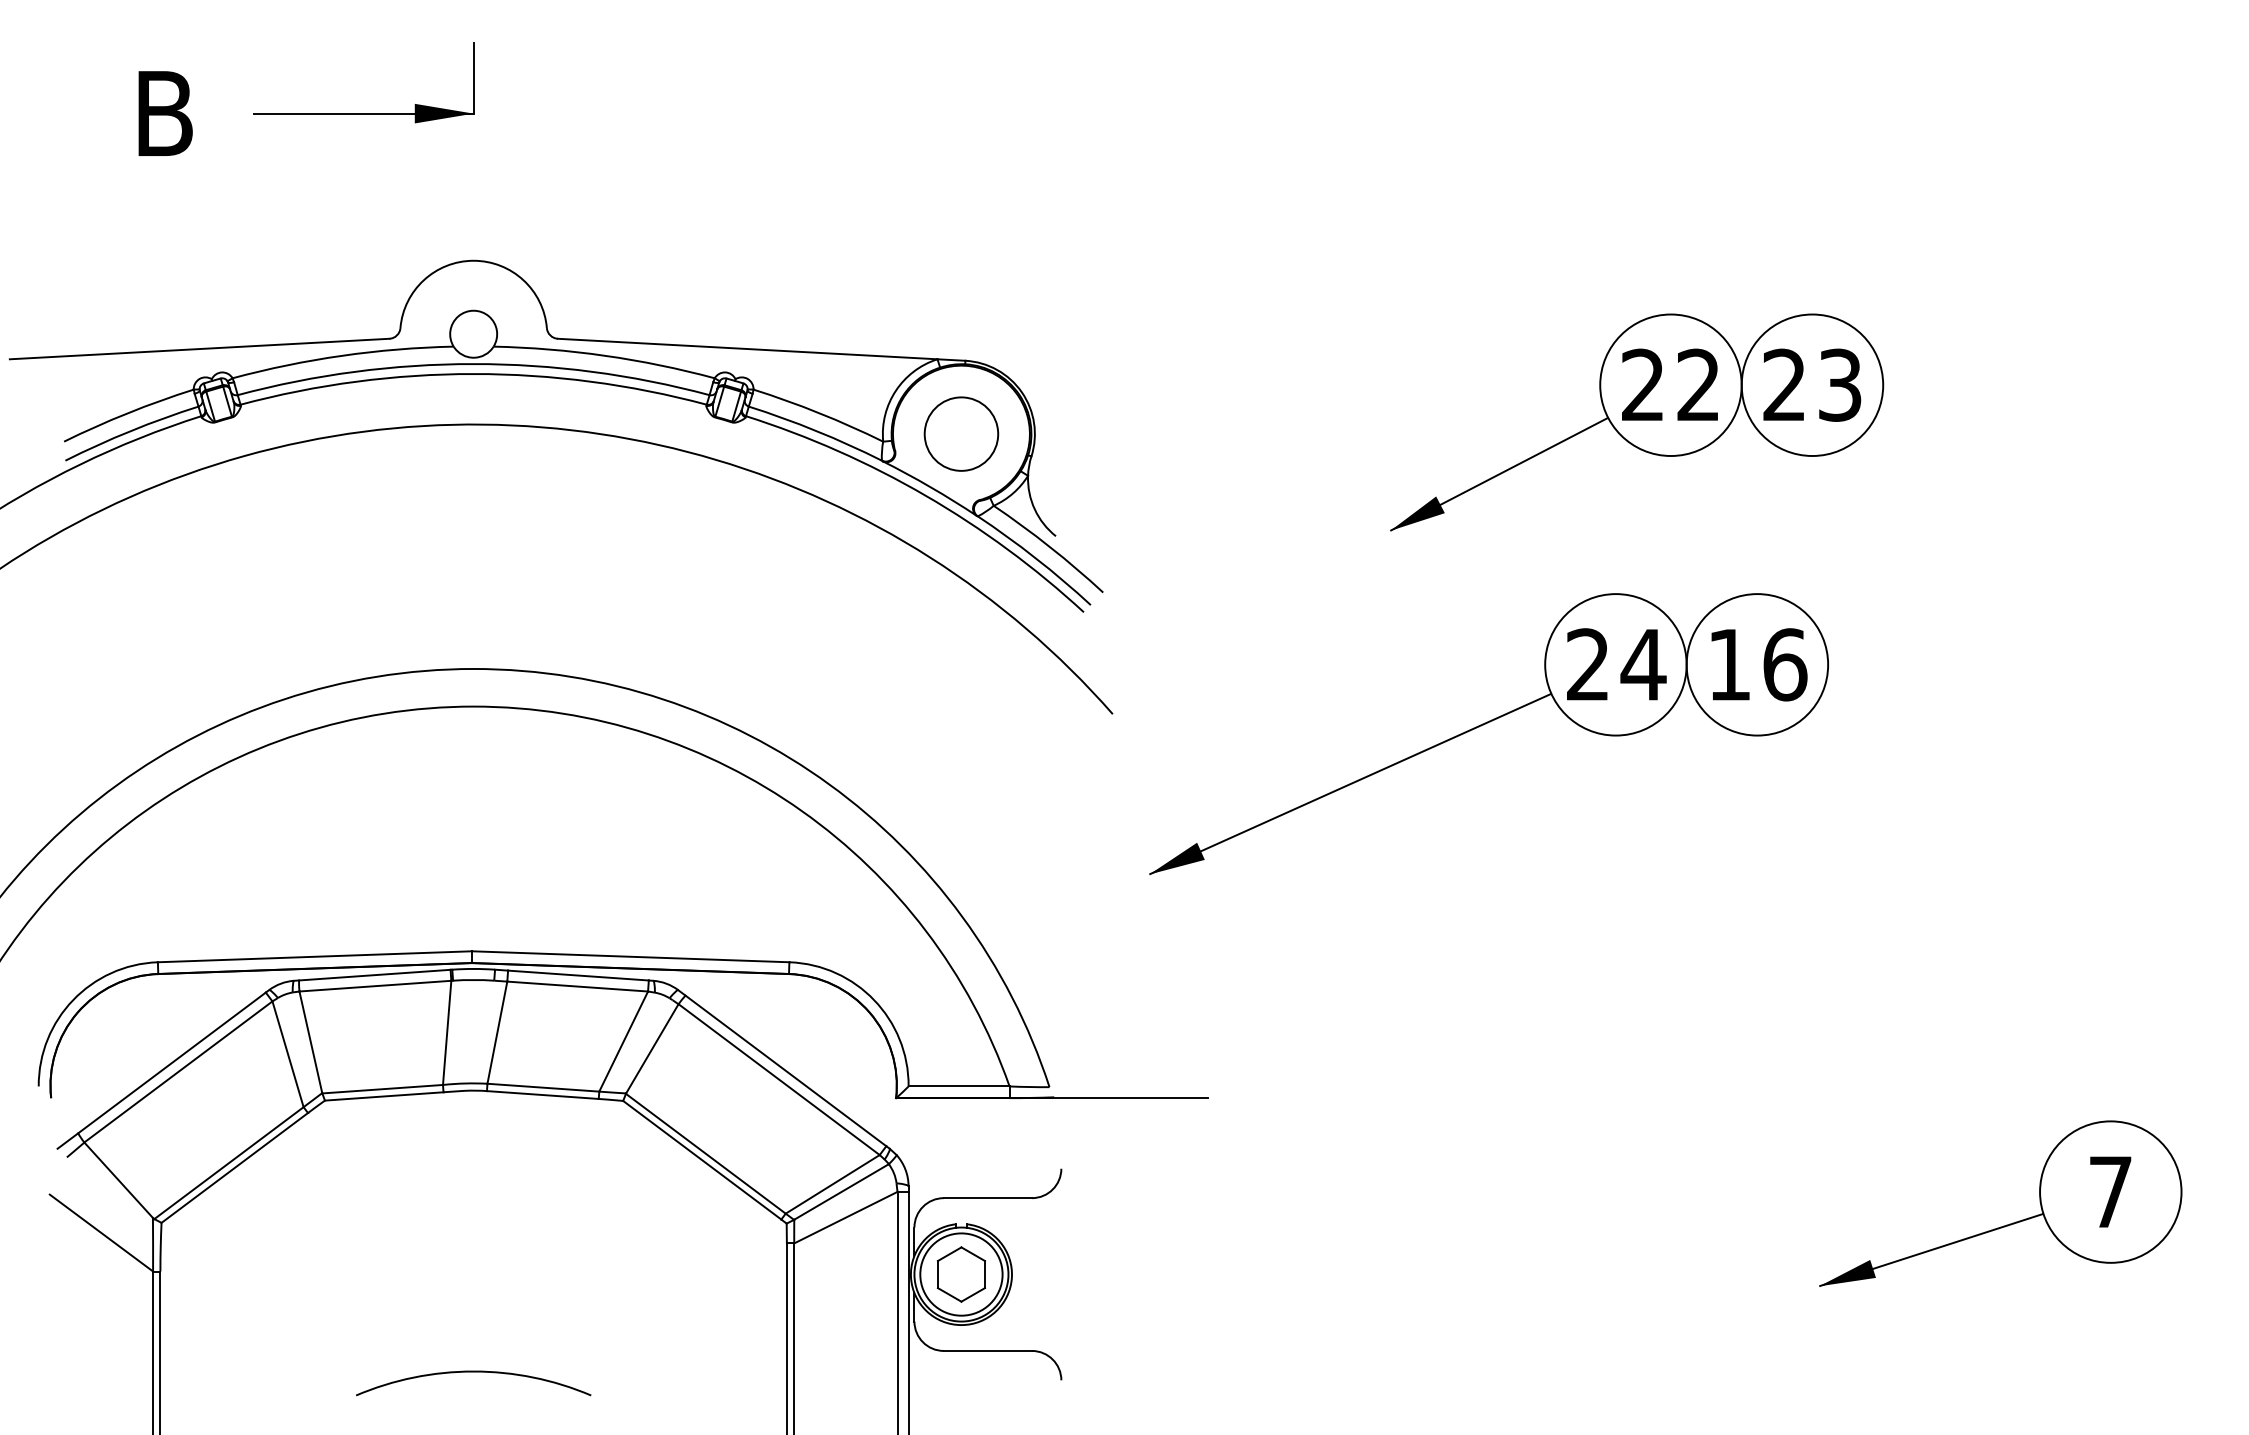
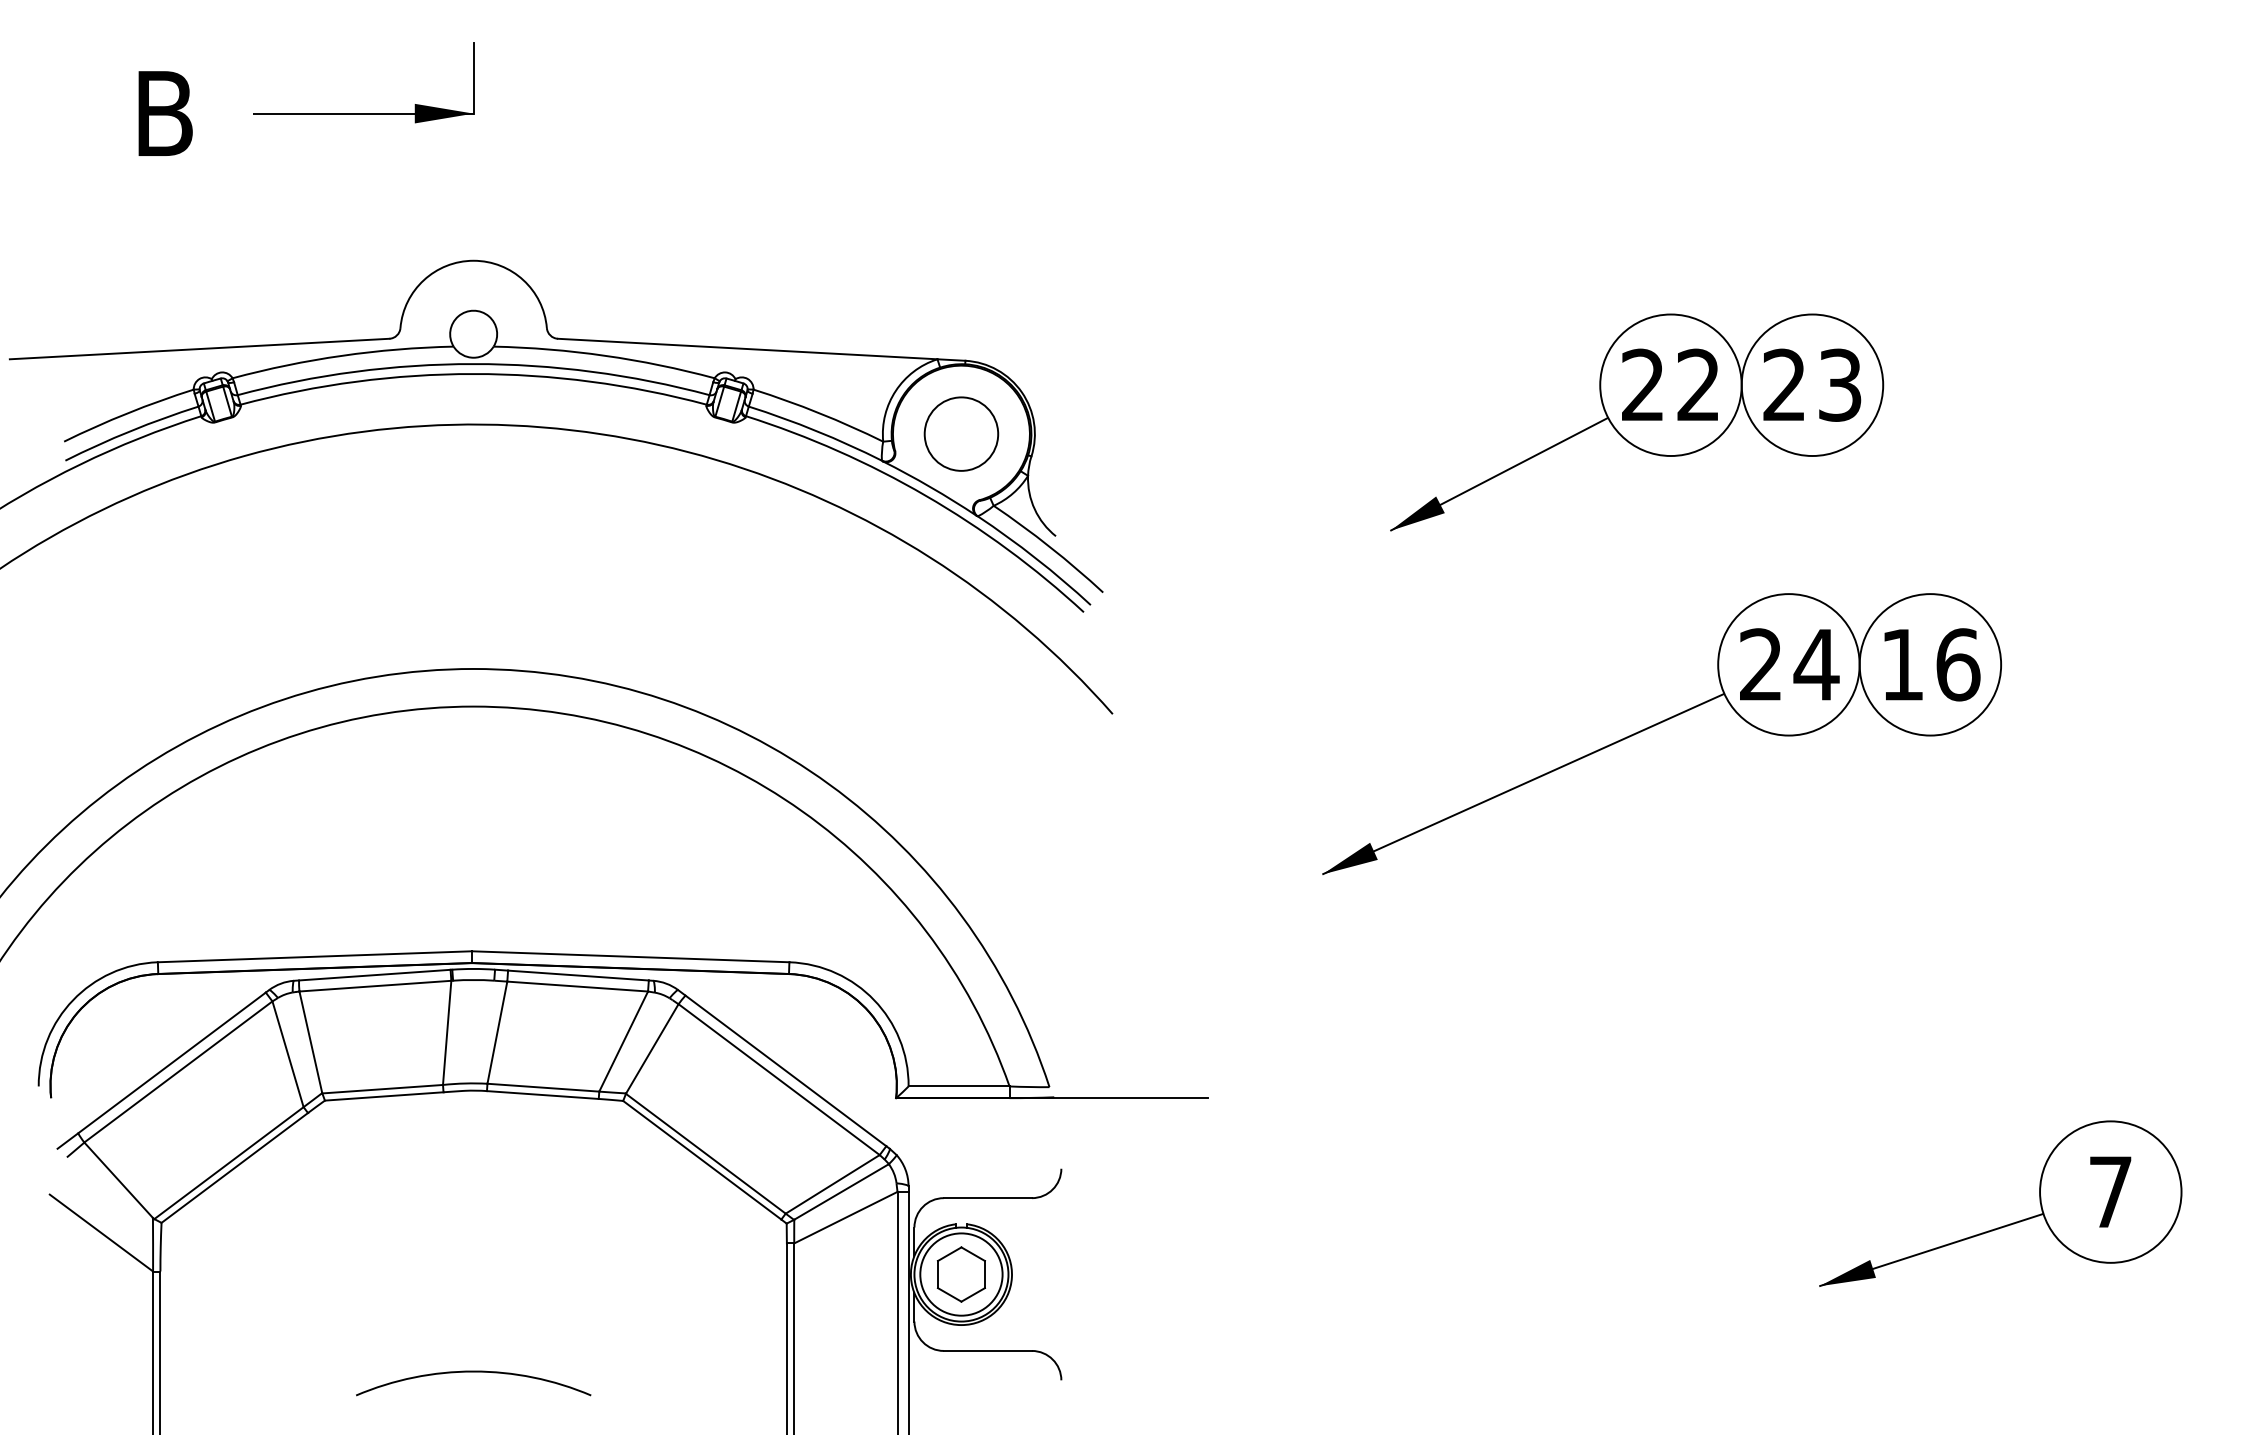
part at (1483, 725) position: (1483, 725) -> (1656, 725)
